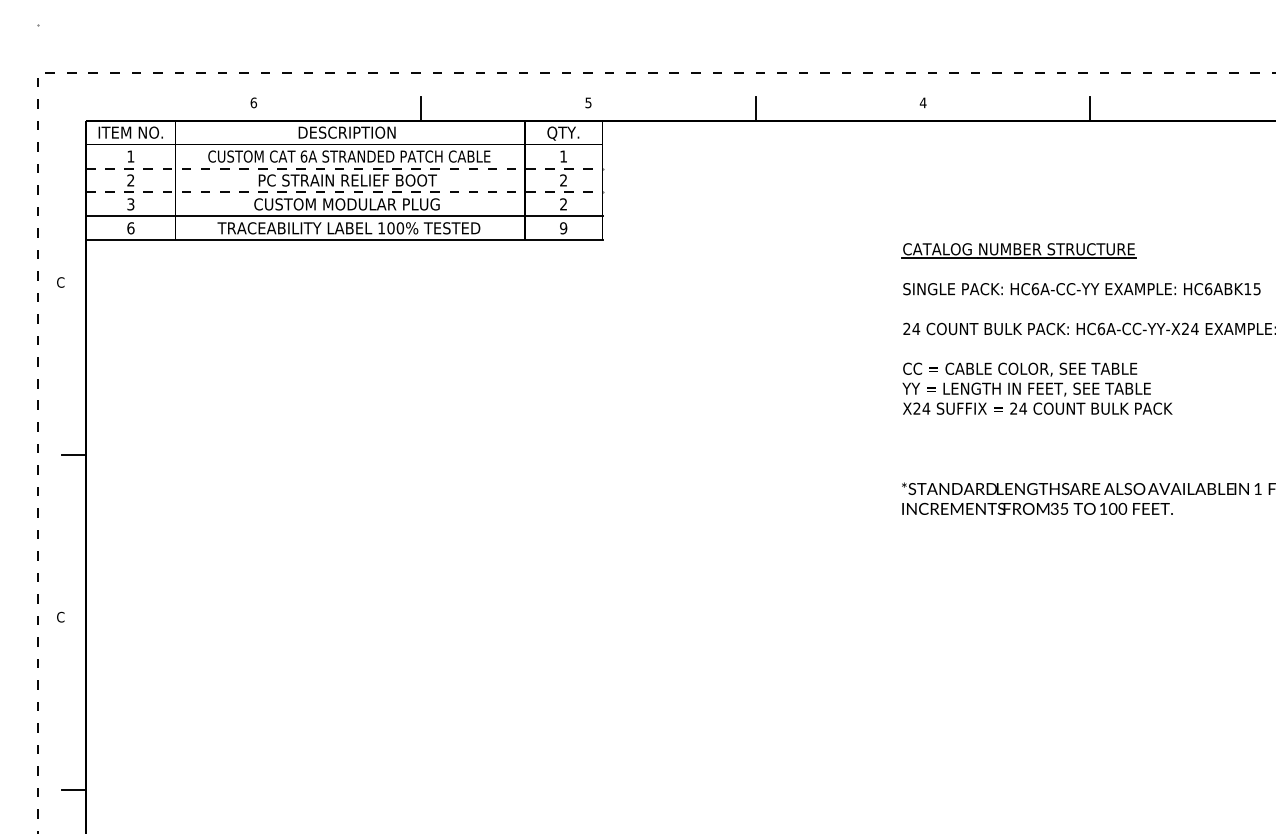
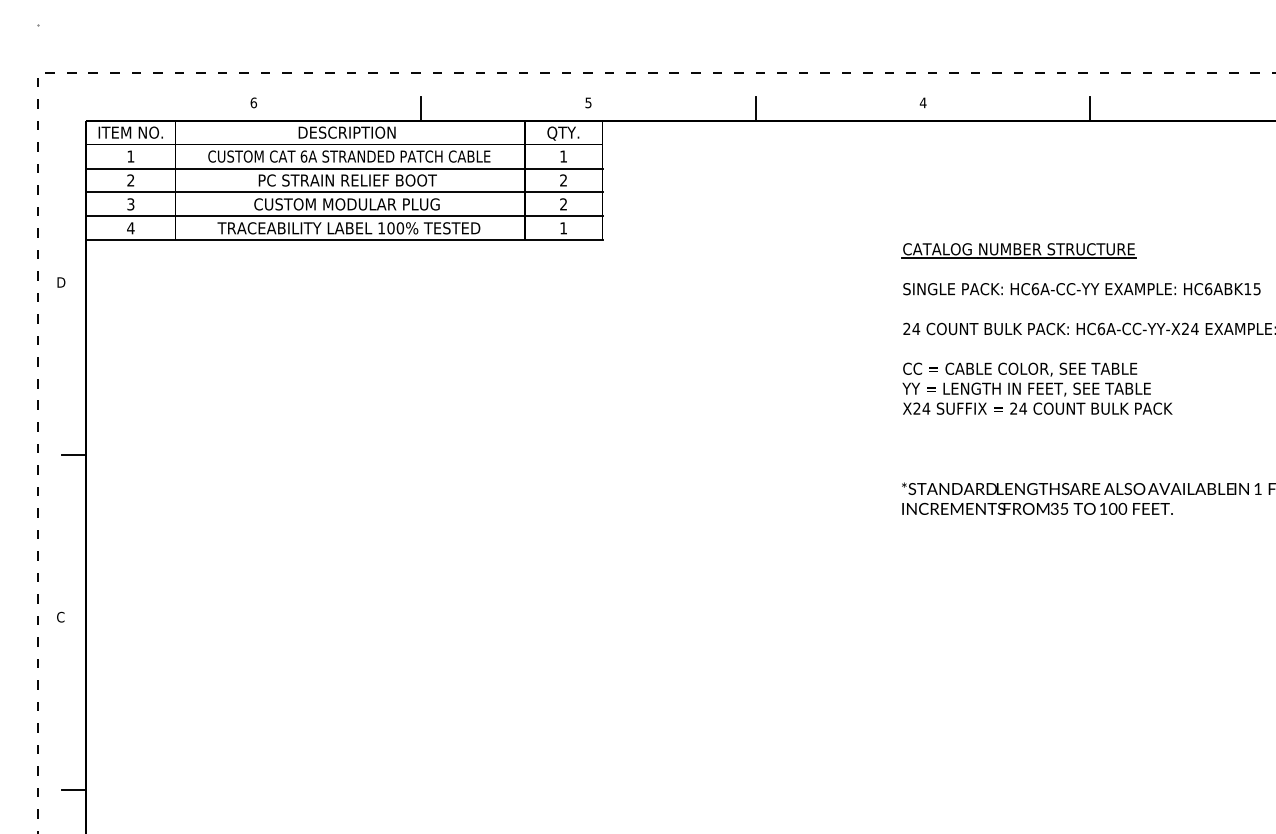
line at (344, 168): dashed -> solid
line at (344, 192): dashed -> solid
text at (130, 228): 6 -> 4
text at (563, 228): 9 -> 1
text at (61, 282): C -> D
